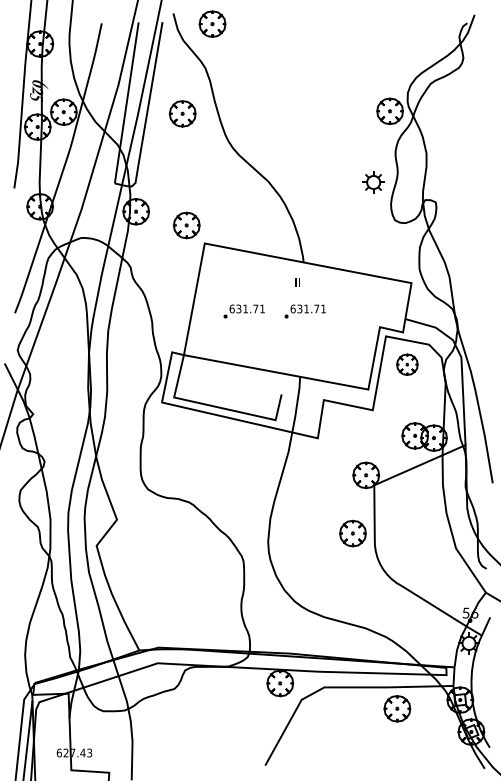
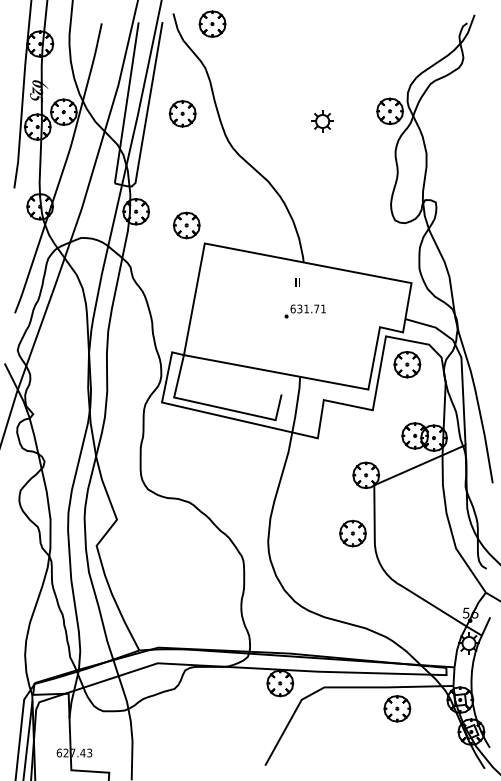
part at (373, 182) position: (373, 182) -> (322, 121)
part at (243, 311): present -> none
part at (407, 364) size: 23x23 px -> 29x28 px
